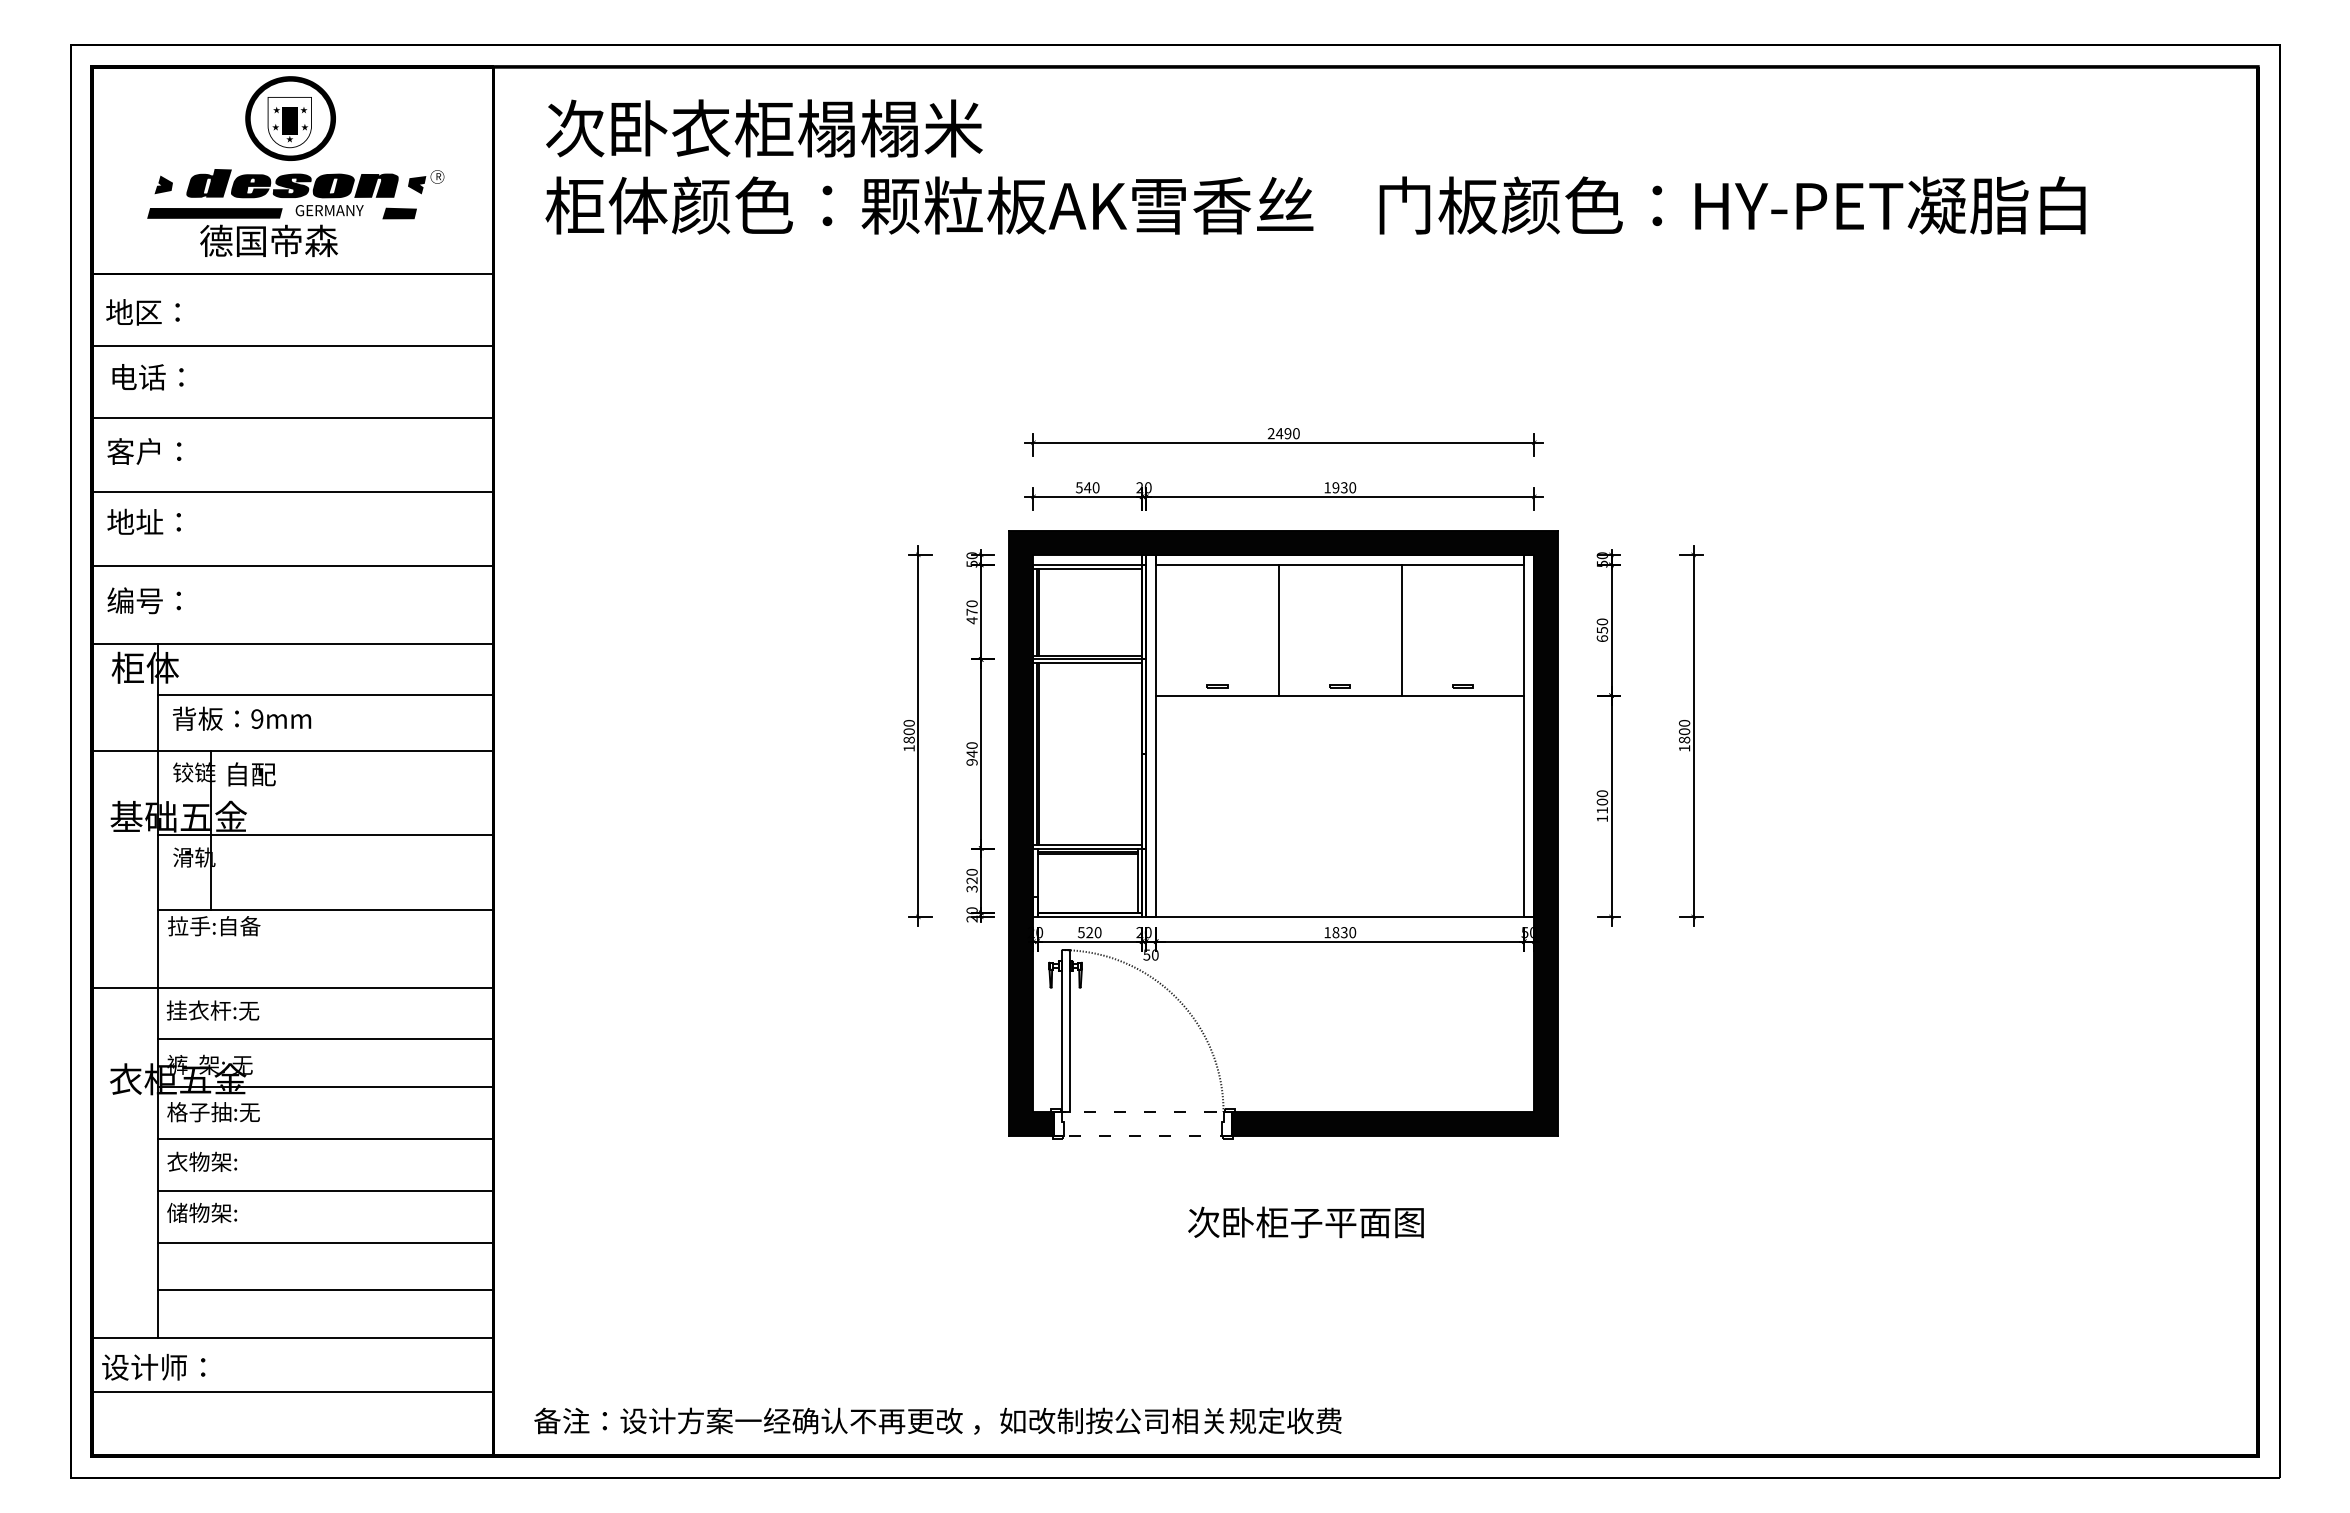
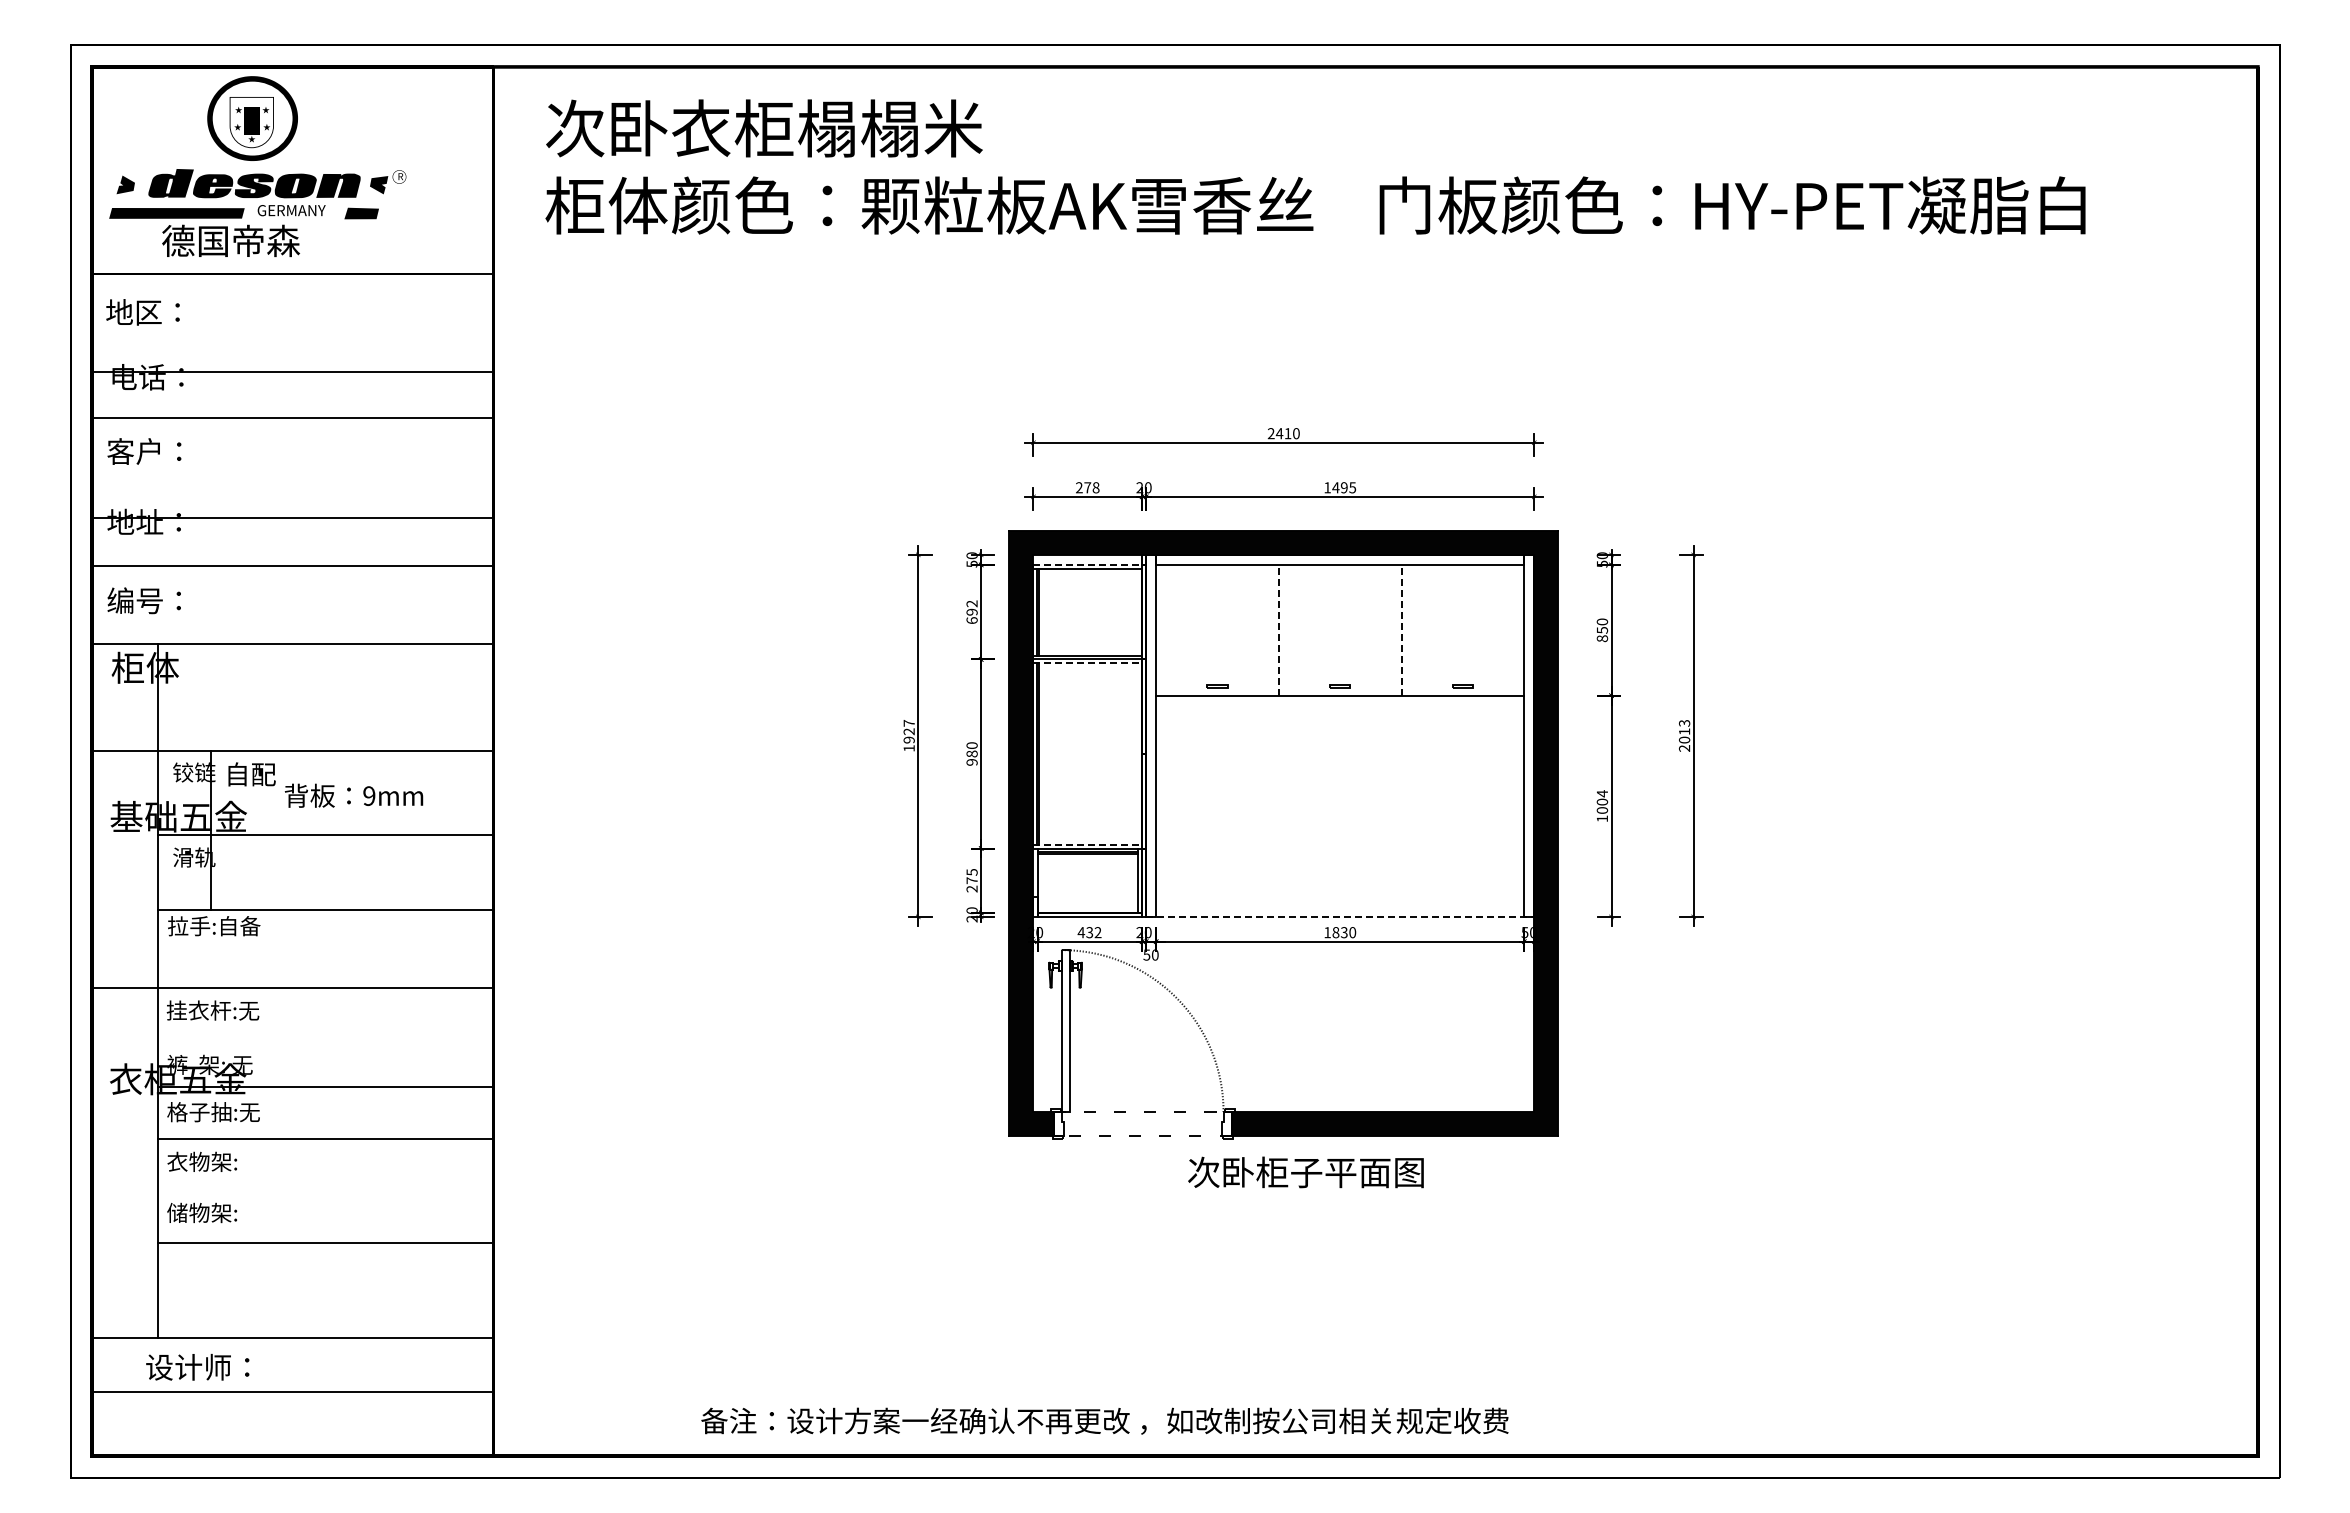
text at (295, 166) position: (295, 166) -> (257, 166)
line at (292, 346) position: (292, 346) -> (292, 372)
text at (1287, 433): 2490 -> 2410
text at (1087, 487): 540 -> 278
text at (1344, 487): 1930 -> 1495
line at (292, 491) position: (292, 491) -> (292, 517)
line at (1090, 564): solid -> dashed
text at (971, 612): 470 -> 692
line at (1278, 629): solid -> dashed
line at (1401, 629): solid -> dashed
text at (1601, 638): 650 -> 850
line at (1088, 663): solid -> dashed
line at (325, 695): present -> none
text at (241, 718) position: (241, 718) -> (353, 795)
text at (908, 731): 1800 -> 1927
text at (1684, 735): 1800 -> 2013
text at (971, 753): 940 -> 980
text at (1602, 801): 1100 -> 1004
line at (1088, 844): solid -> dashed
text at (971, 880): 320 -> 275
line at (1340, 916): solid -> dashed
text at (1089, 932): 520 -> 432
line at (325, 1038): present -> none
line at (325, 1191): present -> none
text at (1305, 1222) position: (1305, 1222) -> (1305, 1172)
line at (325, 1290): present -> none
text at (153, 1367) position: (153, 1367) -> (197, 1367)
text at (937, 1420) position: (937, 1420) -> (1104, 1420)
